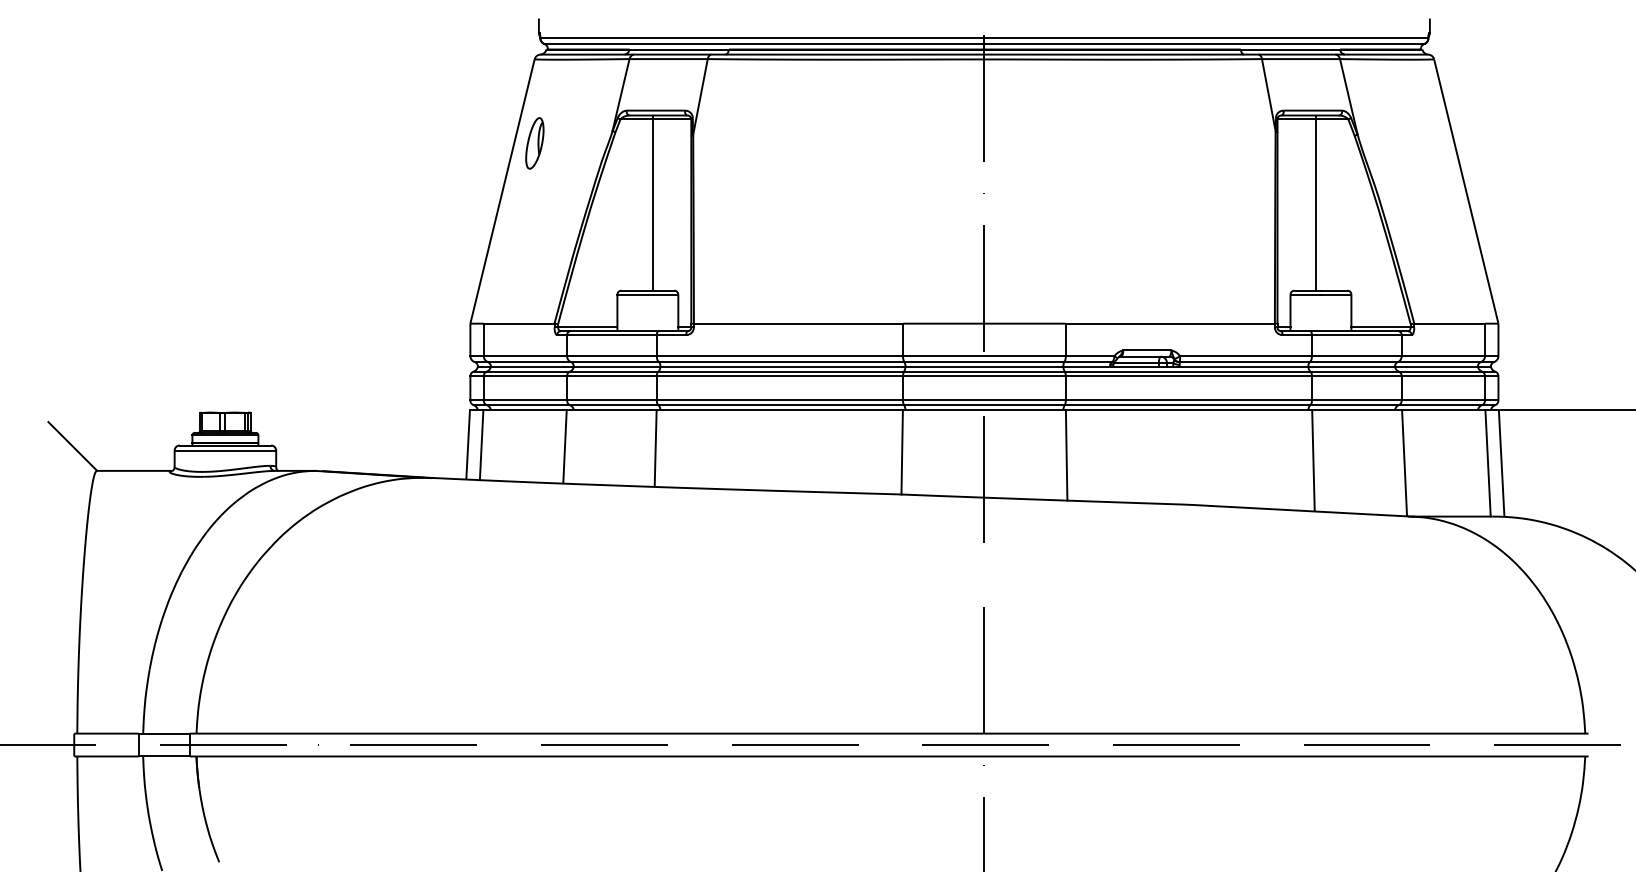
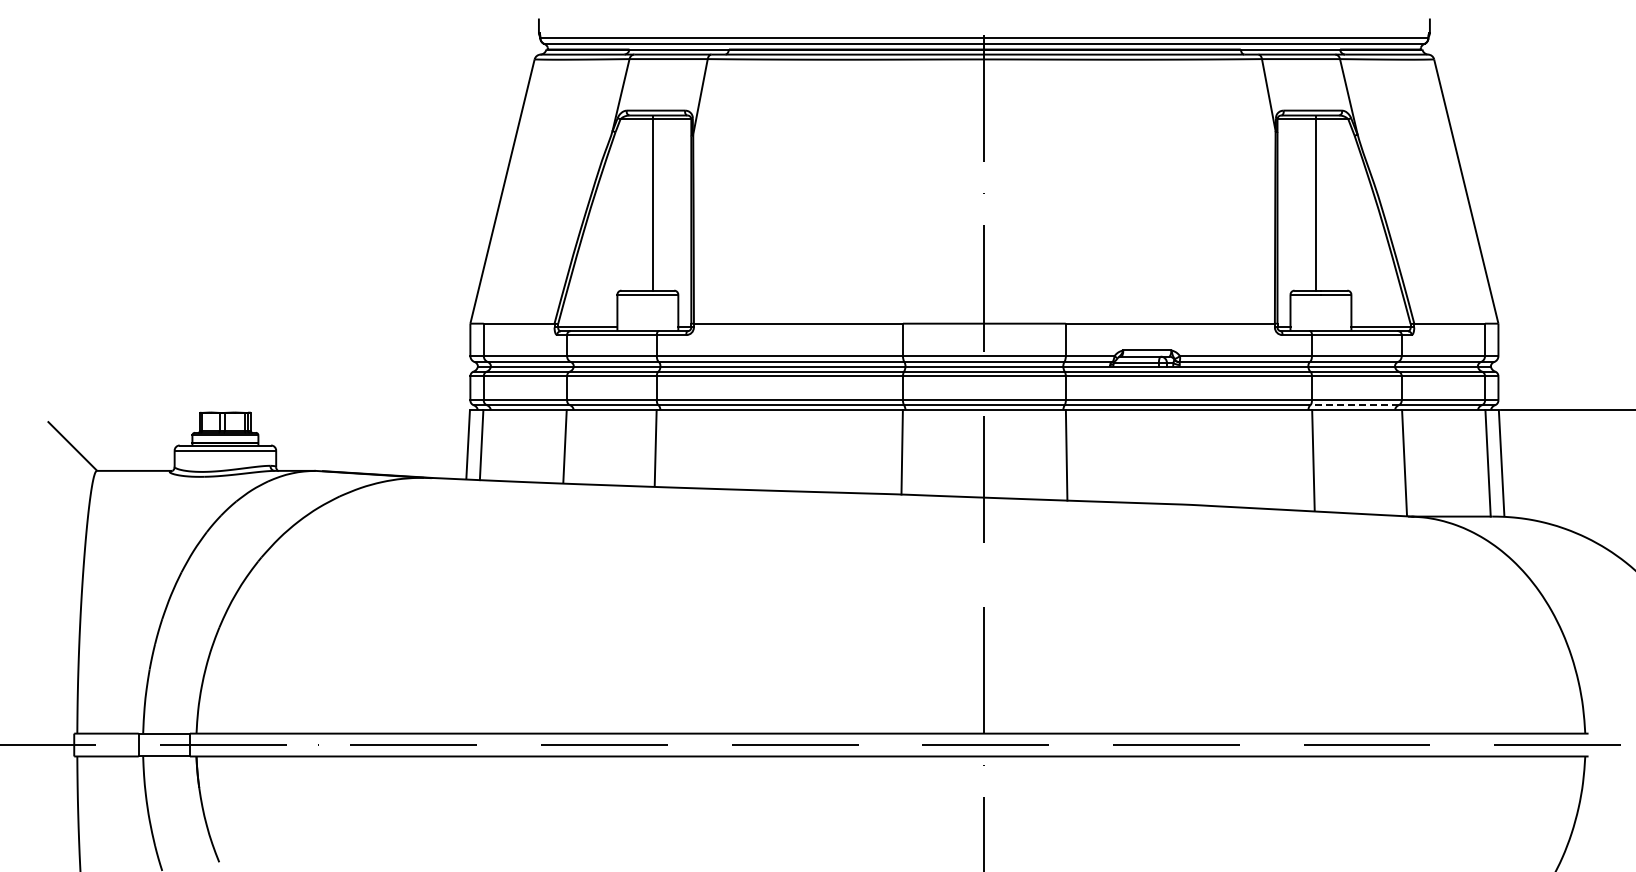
part at (534, 143): present -> none
line at (1354, 405): solid -> dashed
